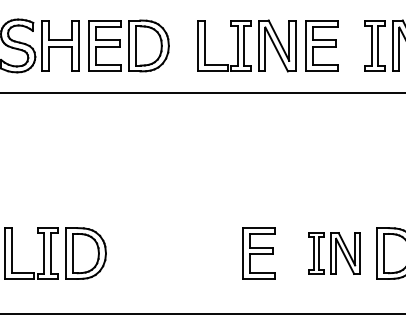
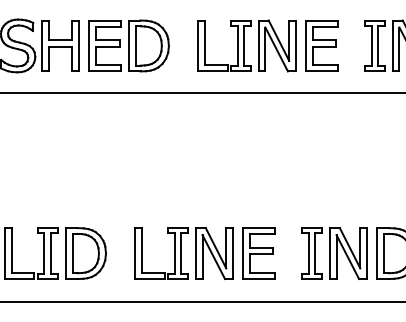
part at (183, 253): none -> present
part at (334, 253) size: 53x43 px -> 67x53 px
line at (202, 314) position: (202, 314) -> (202, 302)
